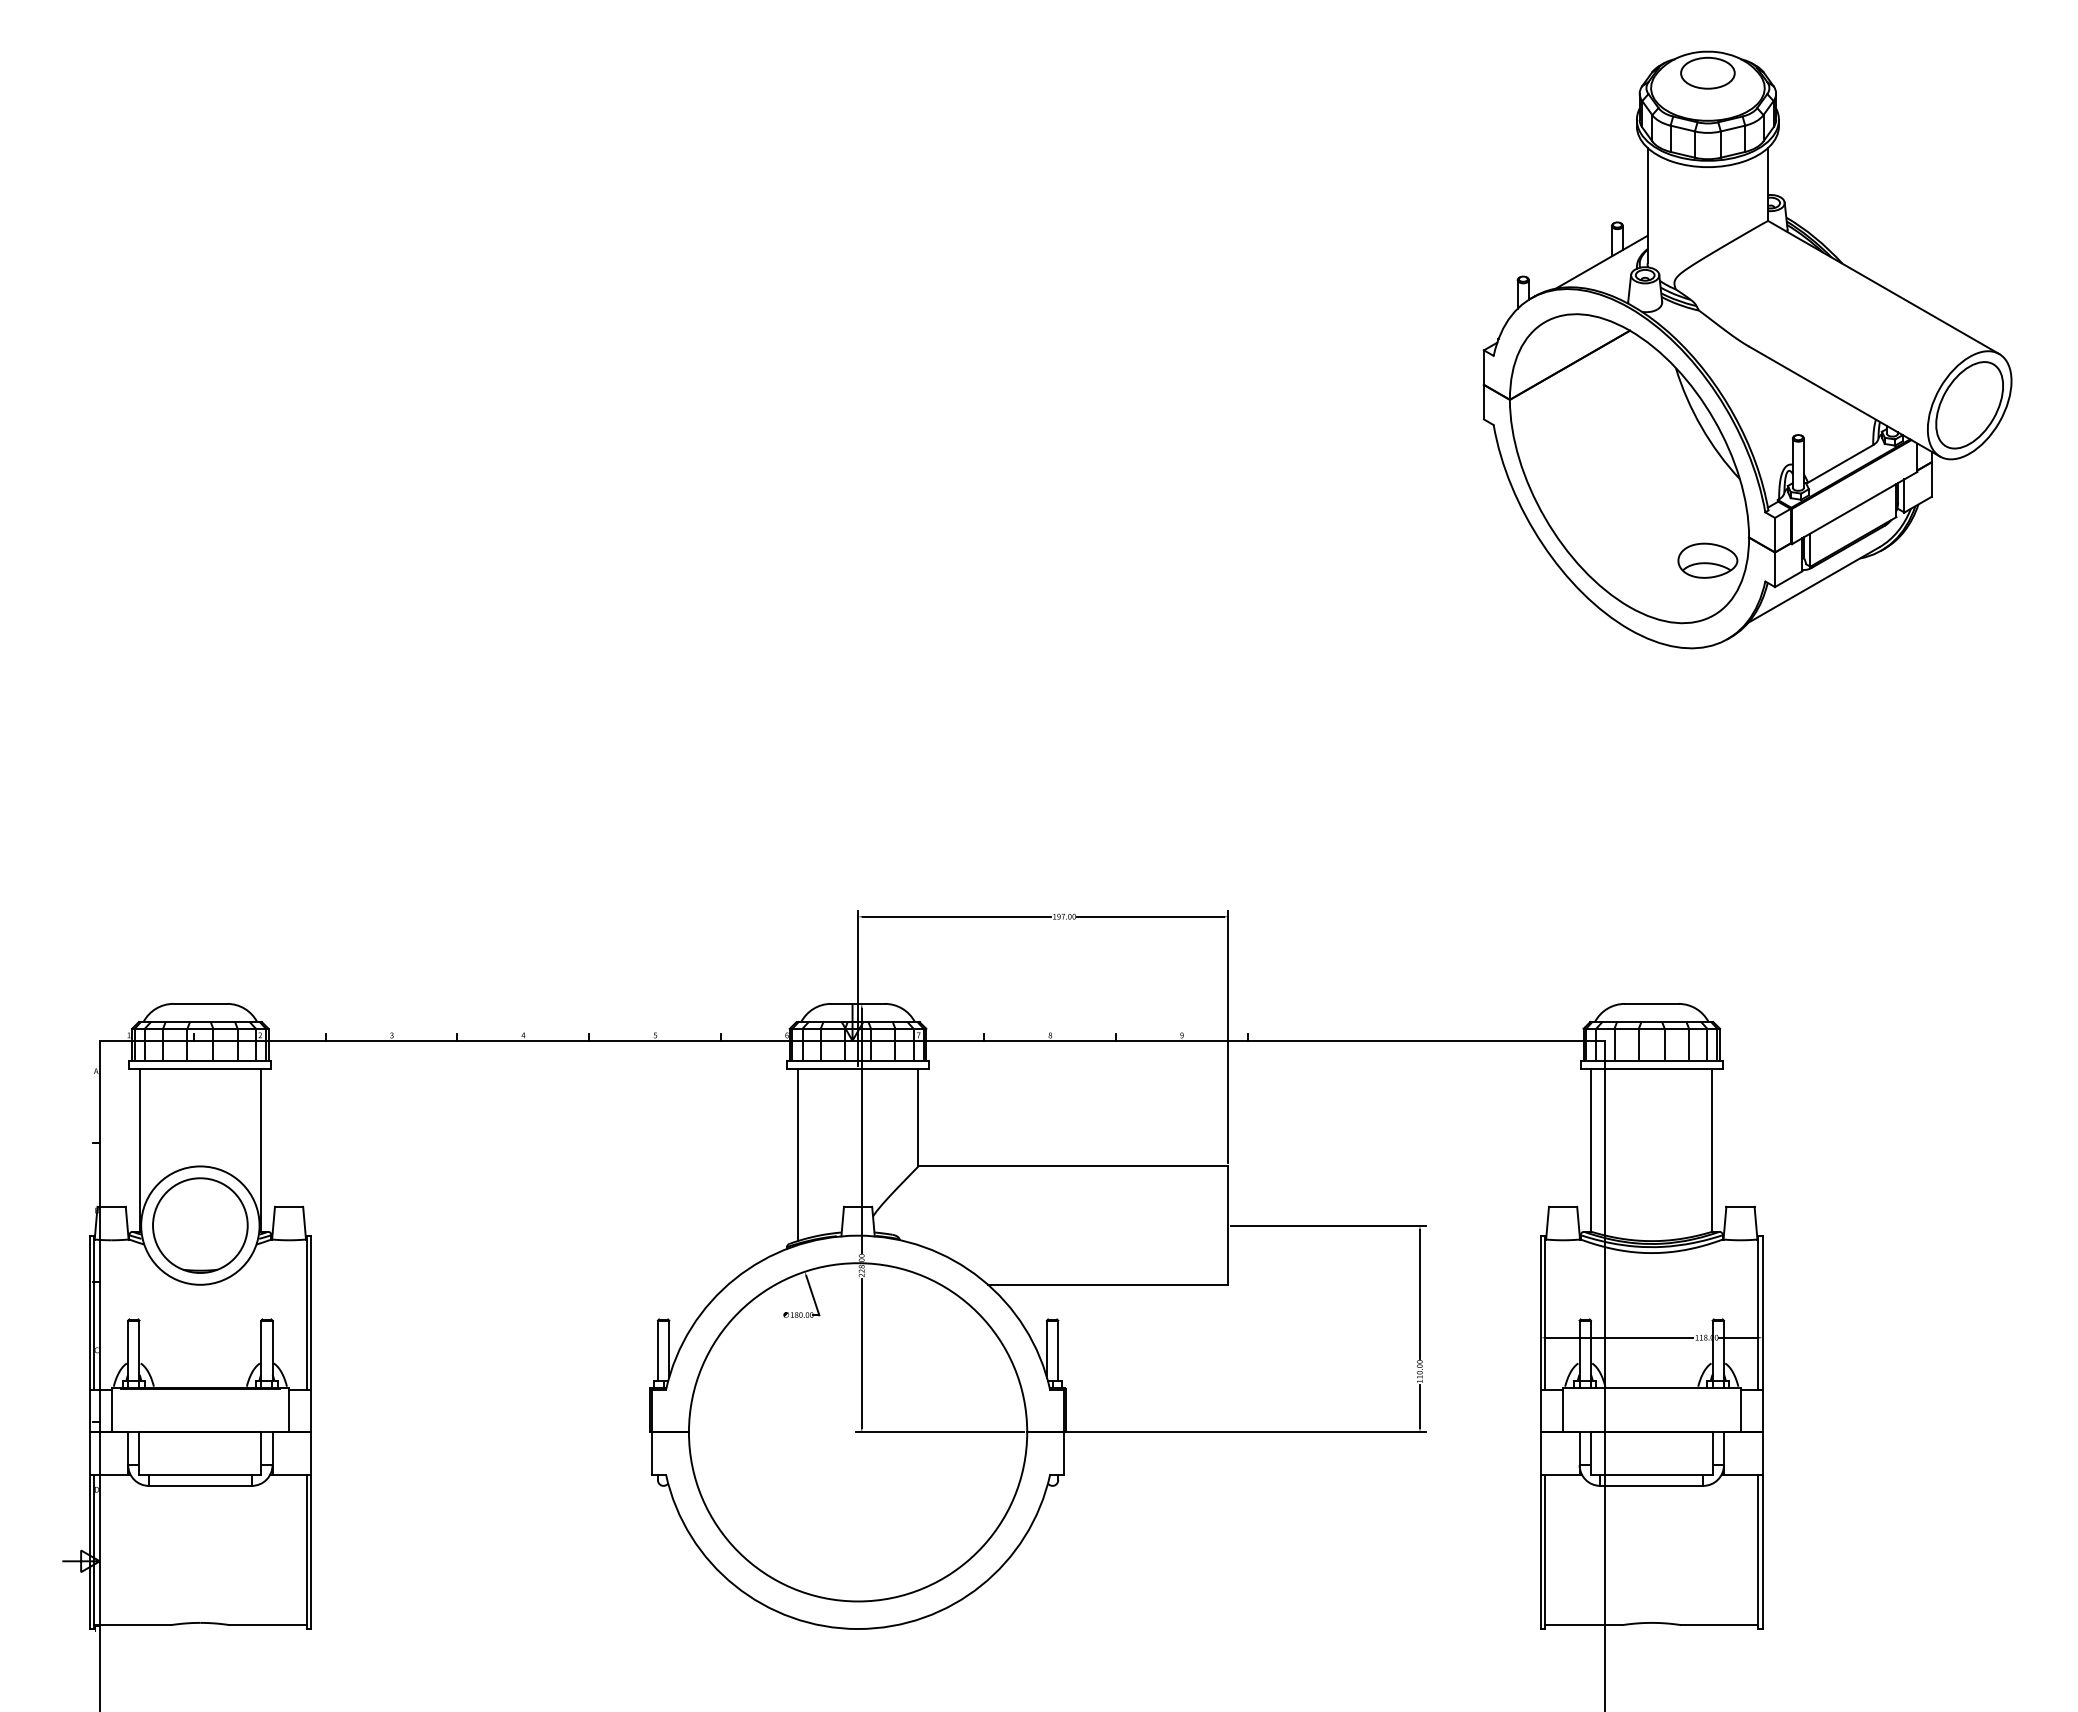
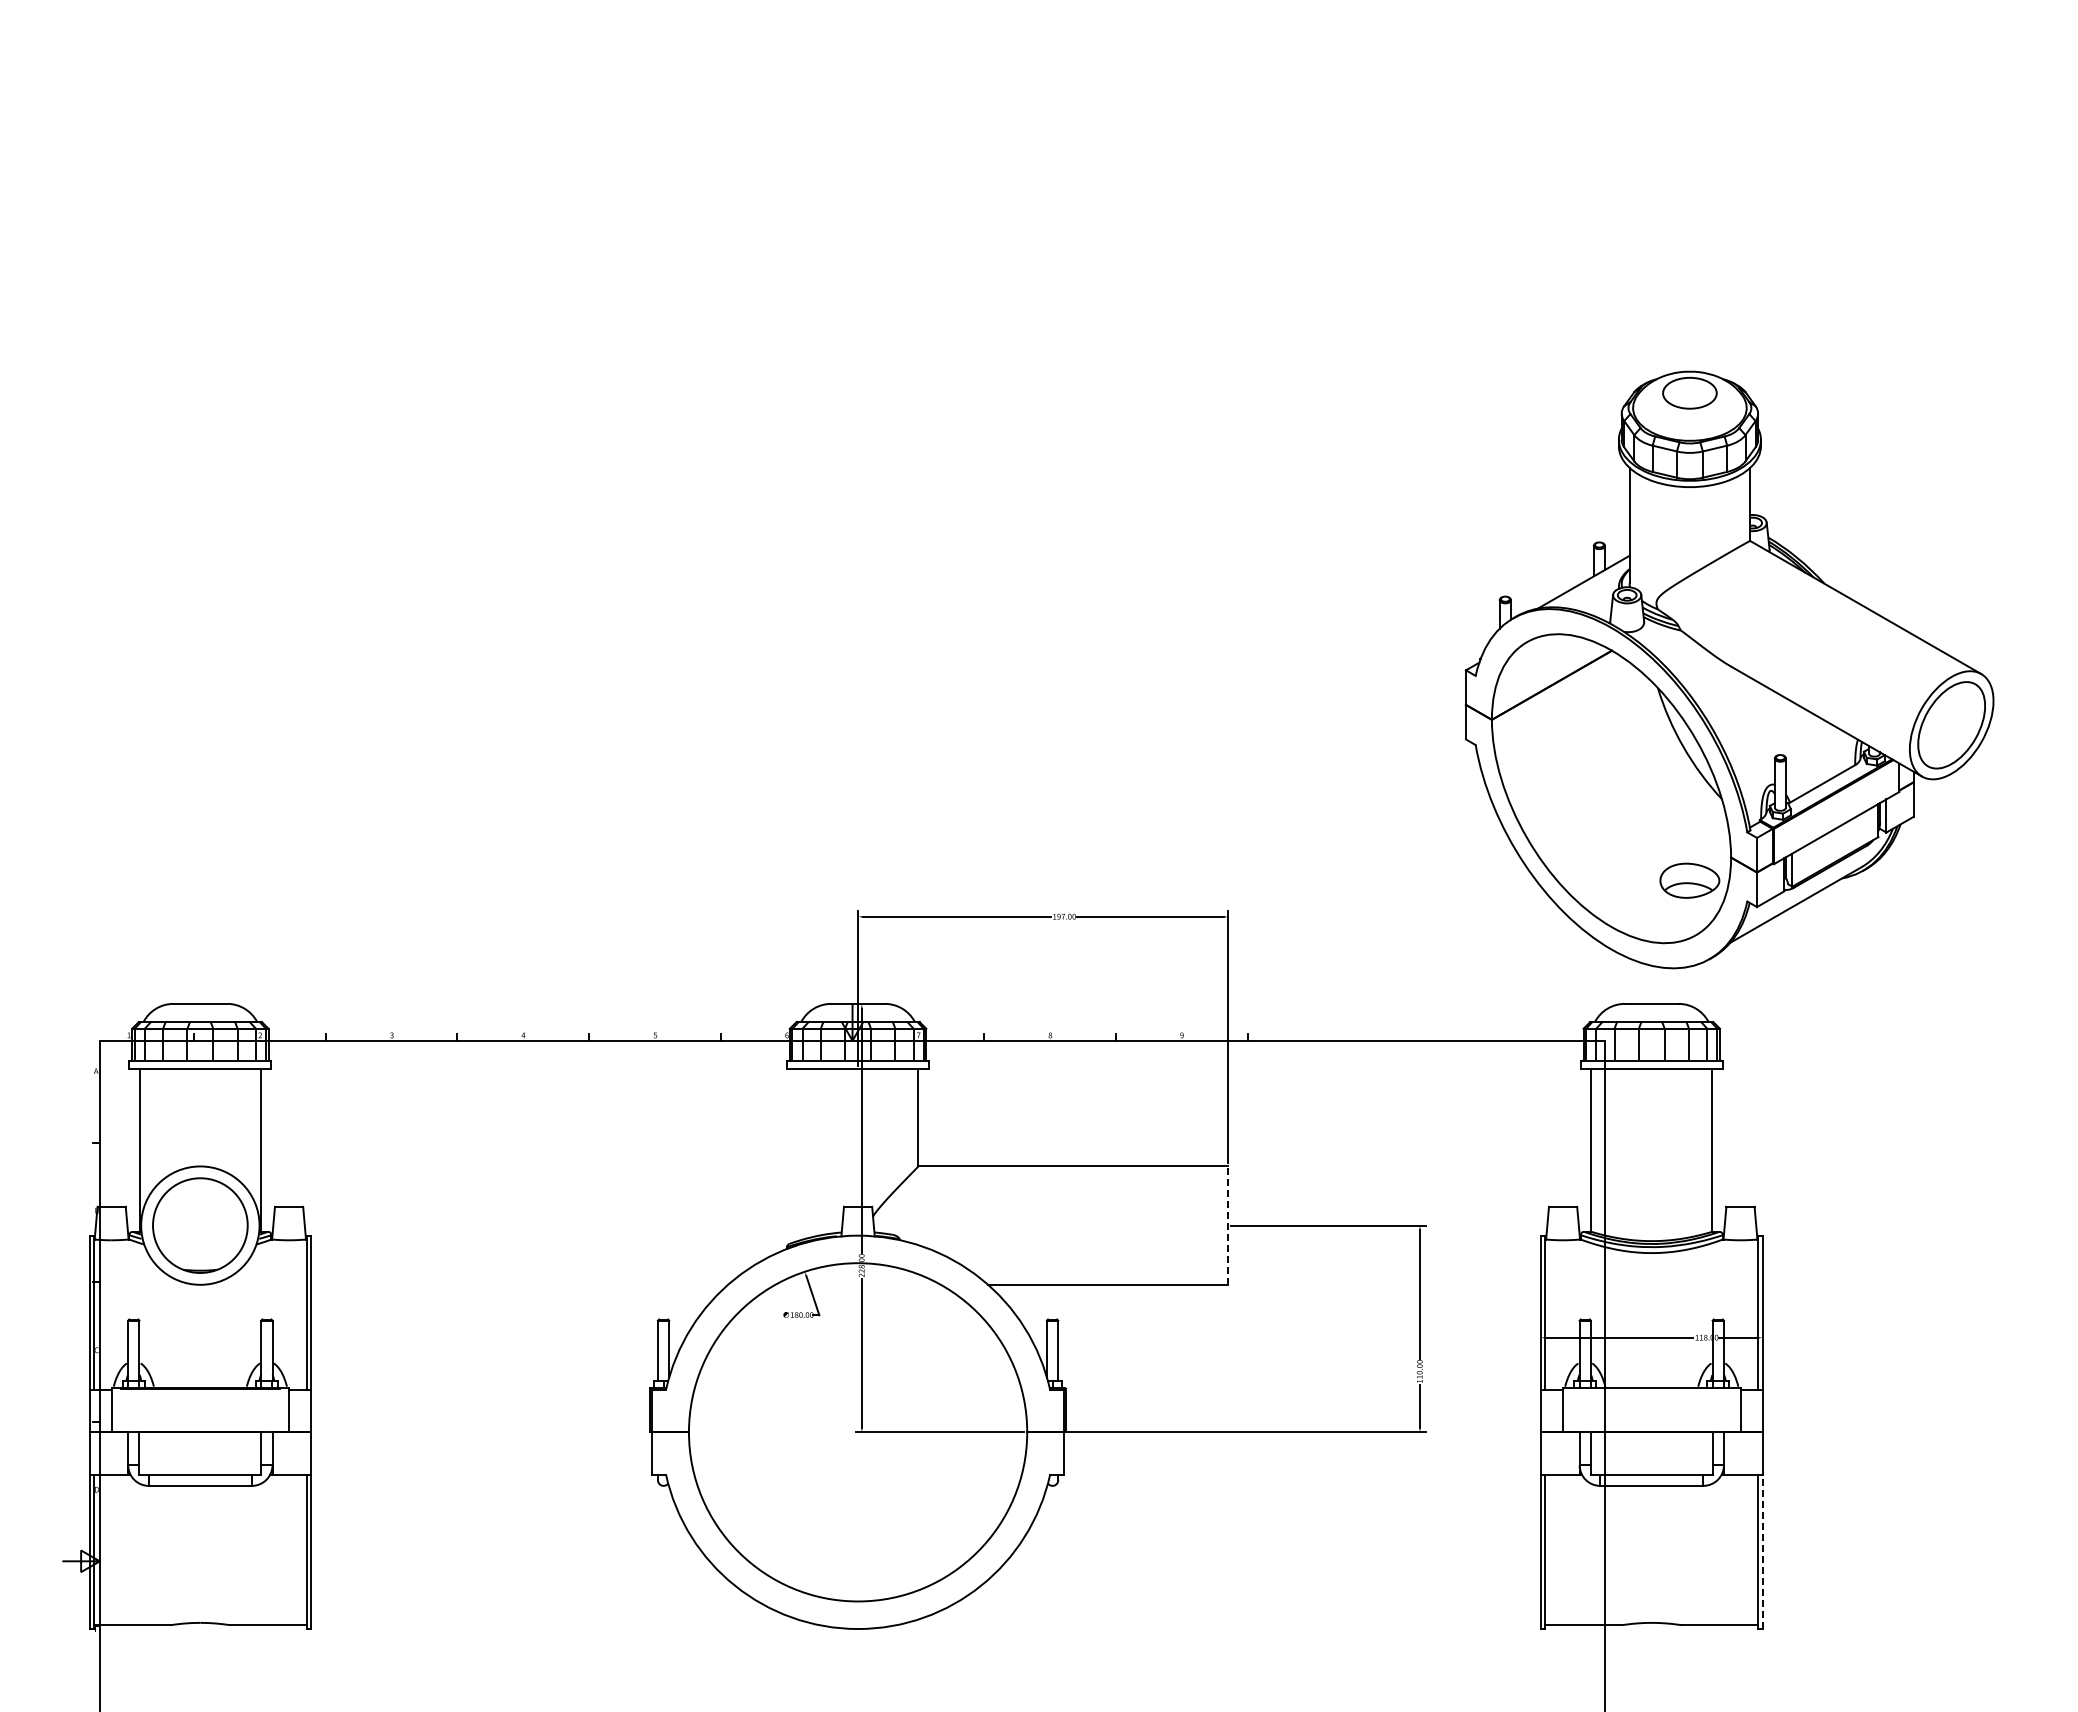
part at (1747, 349) position: (1747, 349) -> (1729, 669)
line at (797, 1154): present -> none
line at (1228, 1225): solid -> dashed
line at (1762, 1551): solid -> dashed
